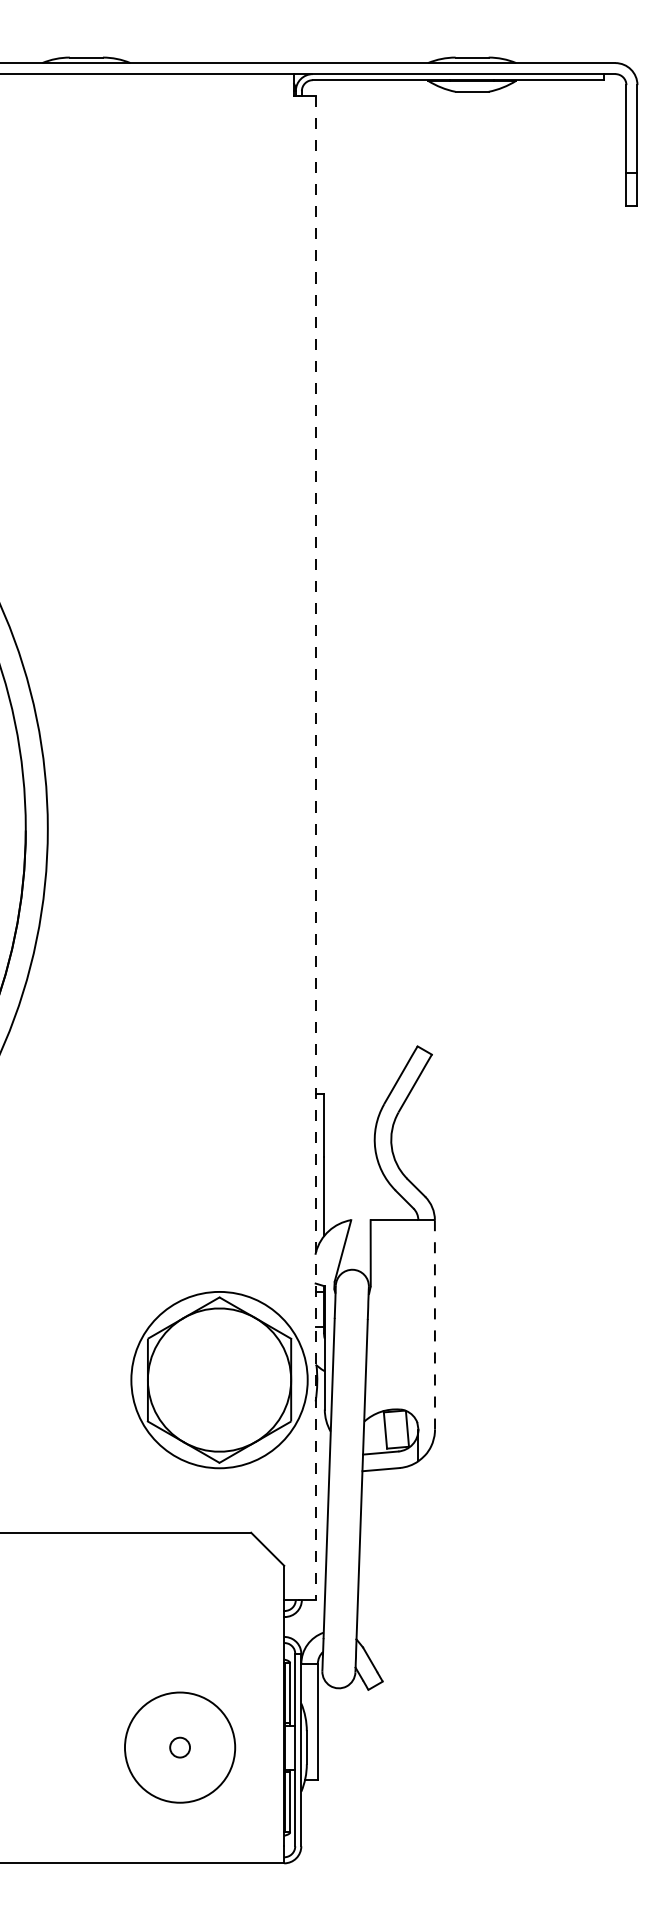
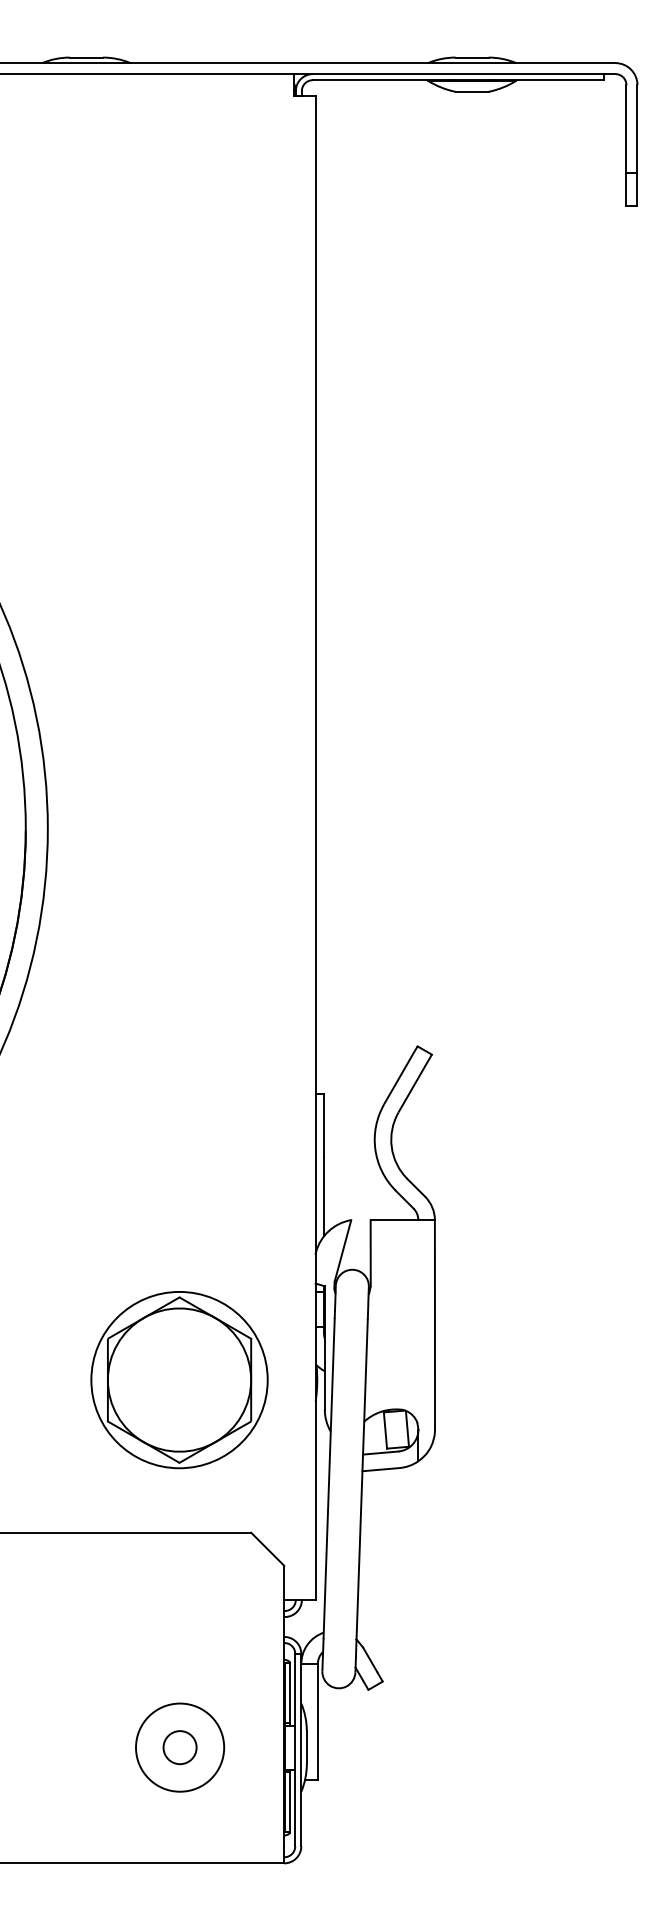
line at (315, 848): dashed -> solid
line at (434, 1324): dashed -> solid
part at (219, 1380) position: (219, 1380) -> (179, 1380)
circle at (179, 1747) diameter: 110 px -> 88 px
circle at (180, 1747) diameter: 20 px -> 33 px
